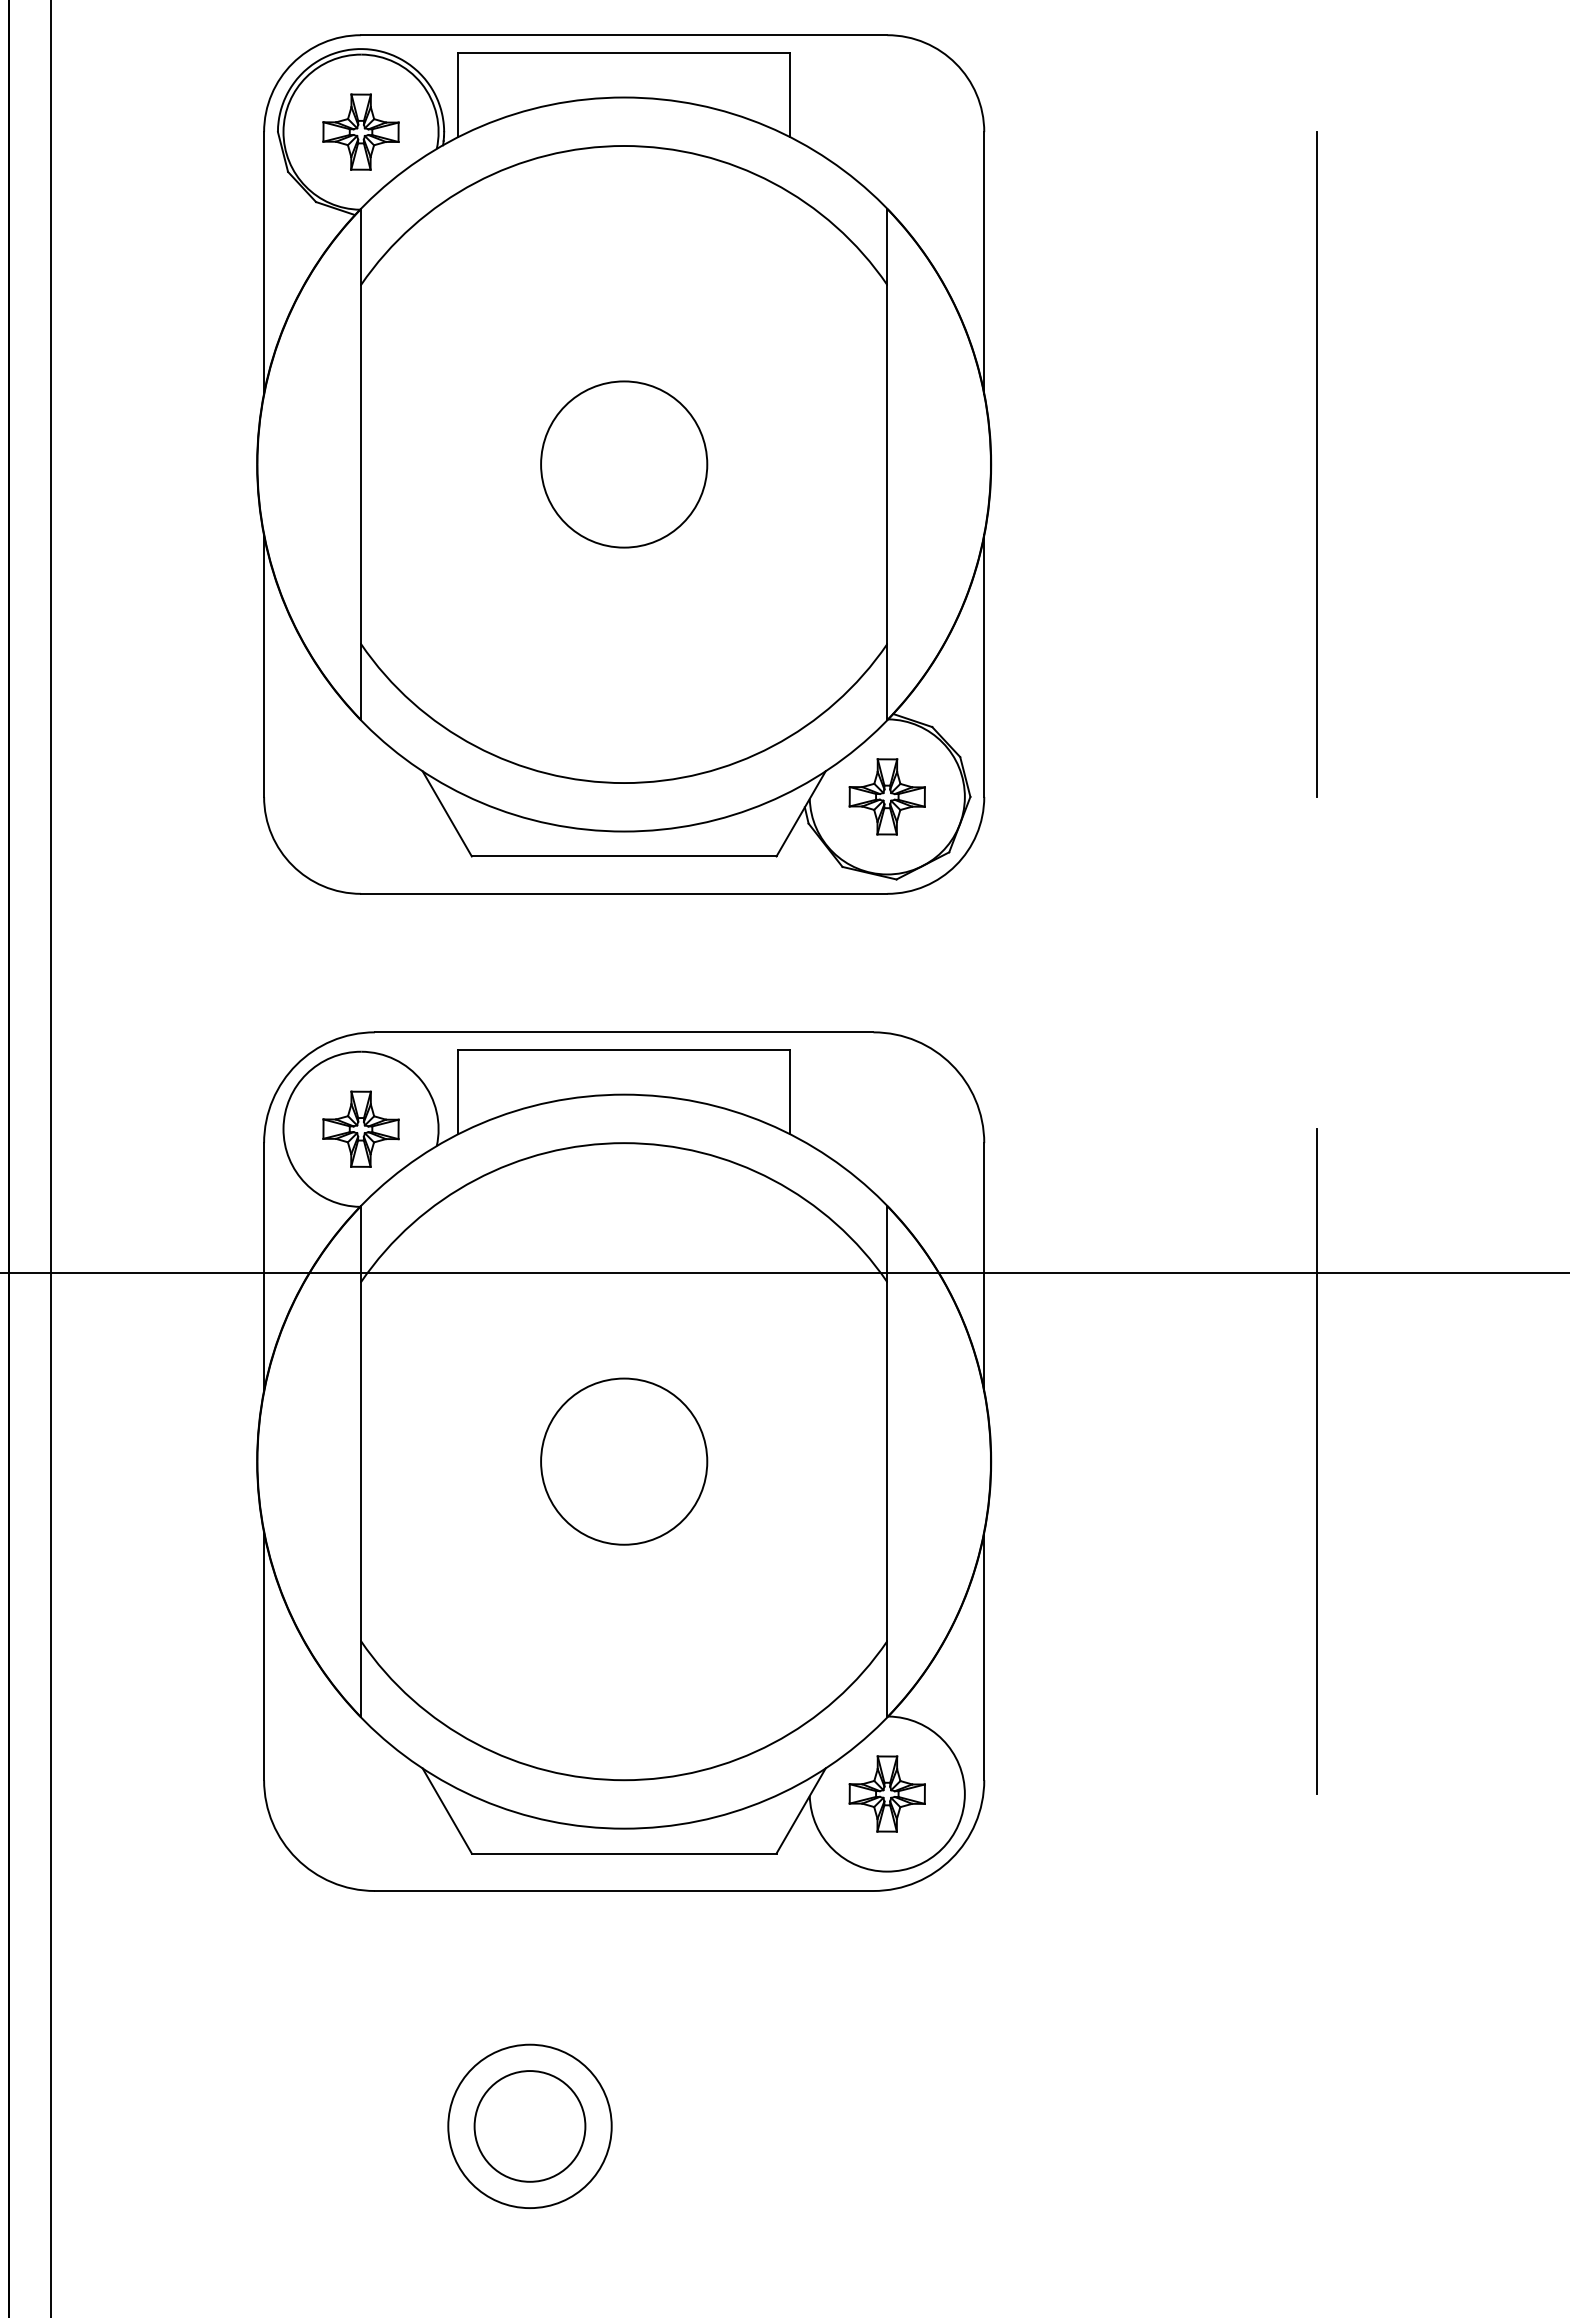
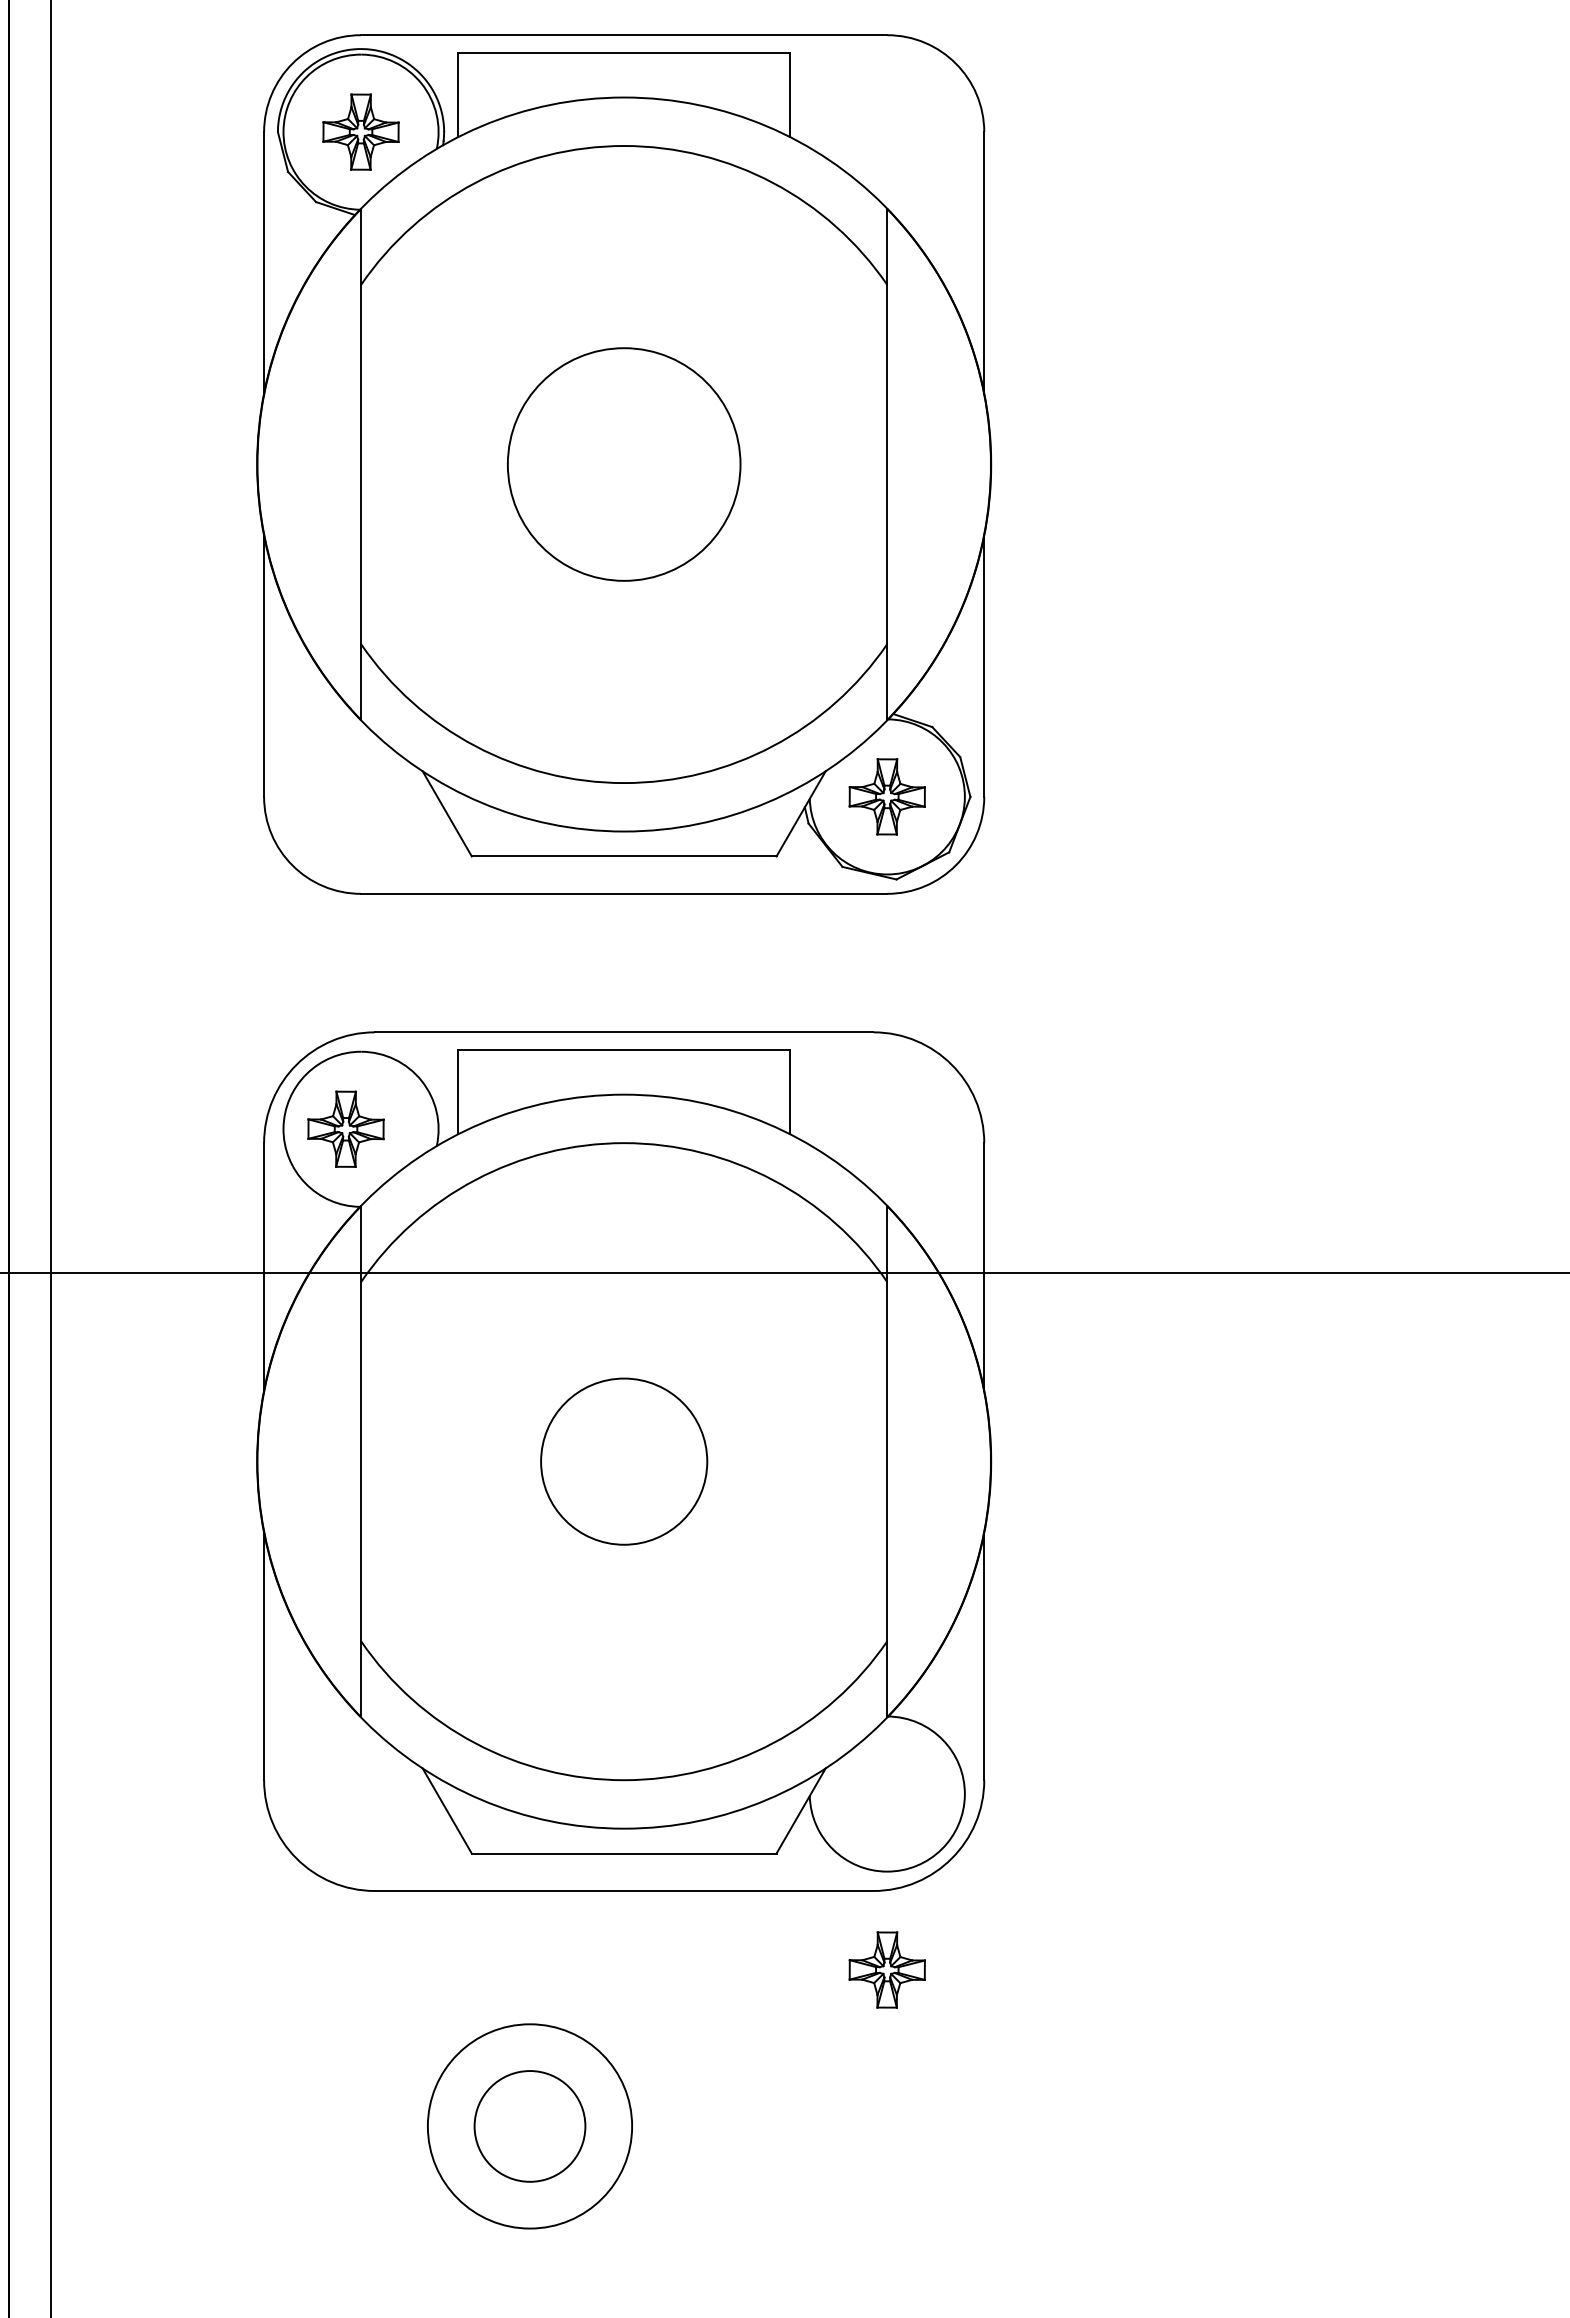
circle at (624, 464) diameter: 166 px -> 233 px
line at (1316, 464): present -> none
part at (360, 1128) position: (360, 1128) -> (345, 1128)
line at (1316, 1461): present -> none
part at (886, 1793) position: (886, 1793) -> (886, 1969)
circle at (529, 2126) diameter: 163 px -> 204 px
